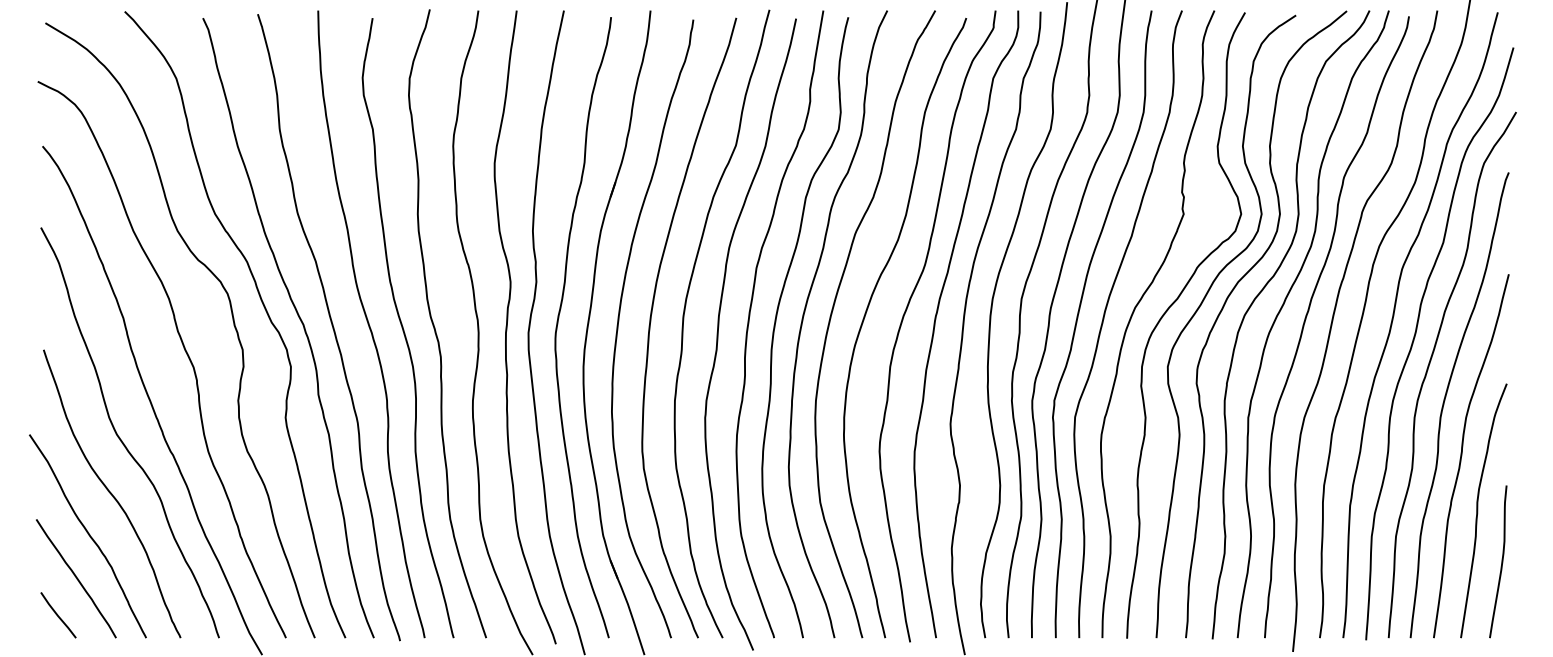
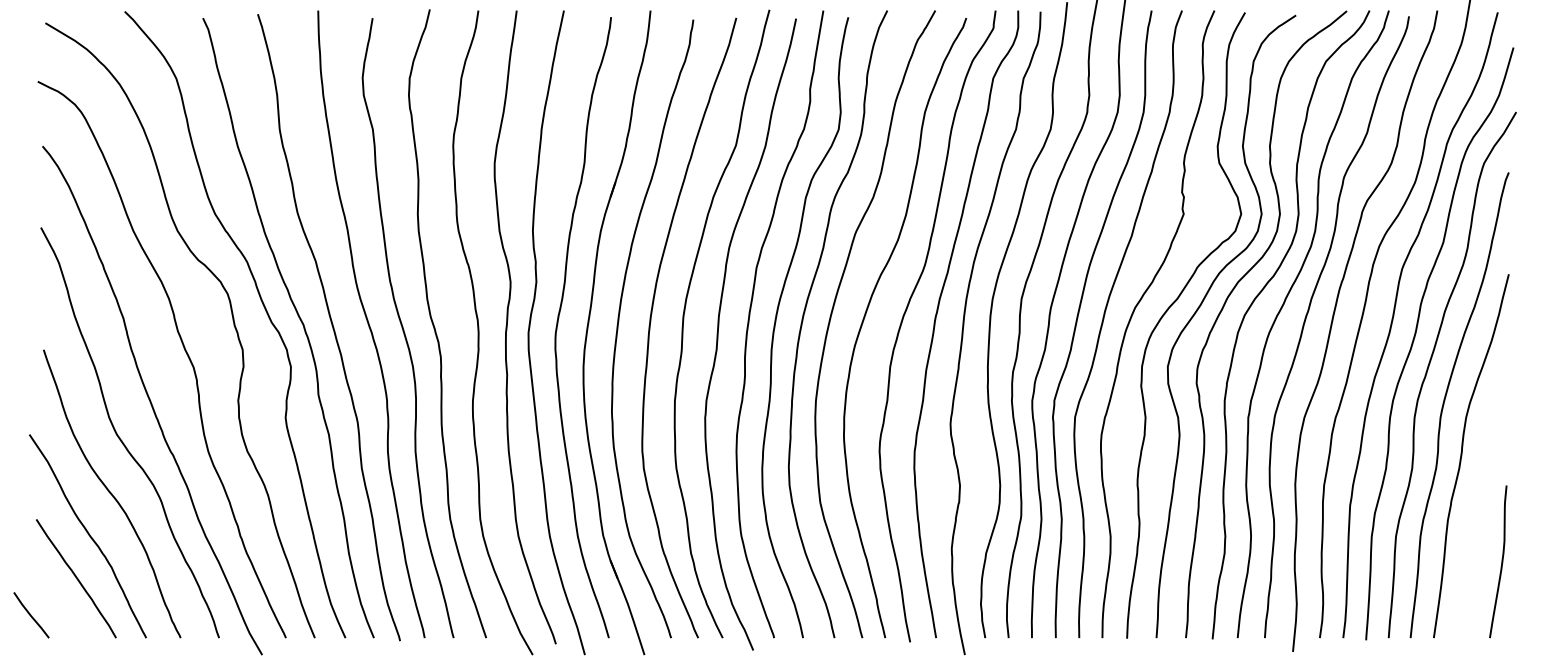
curve at (1478, 510): present -> none
line at (58, 615) position: (58, 615) -> (31, 615)
